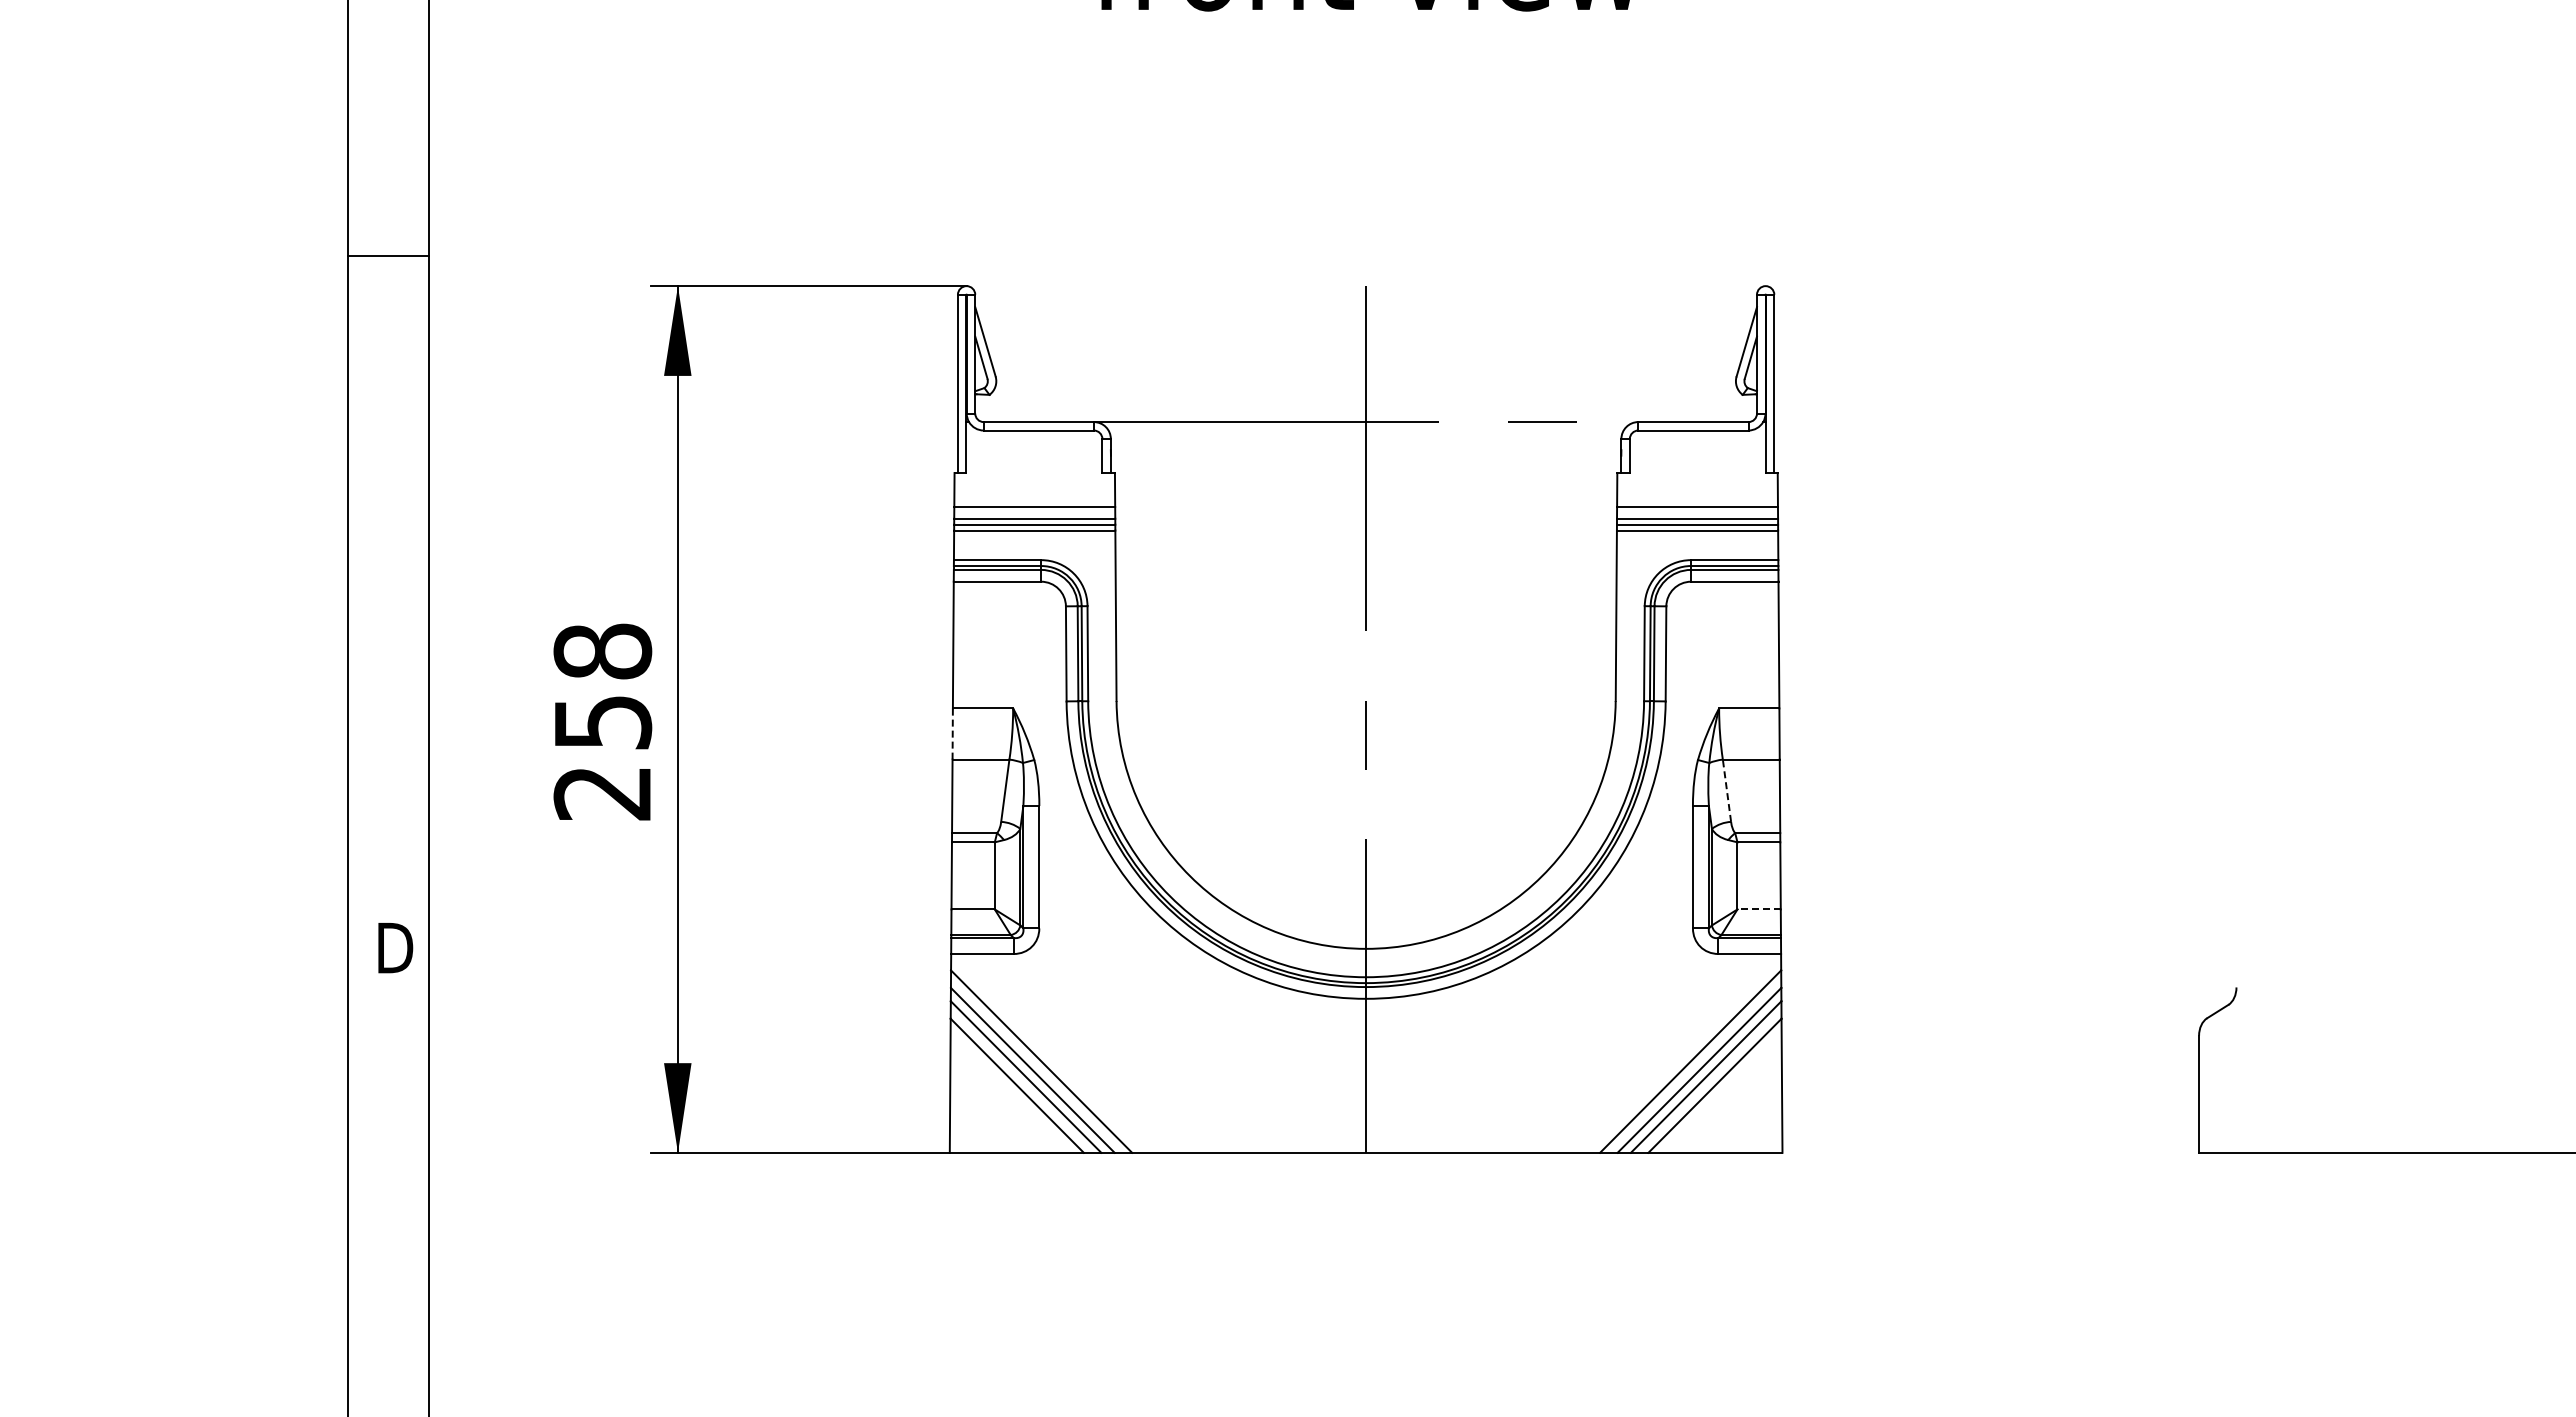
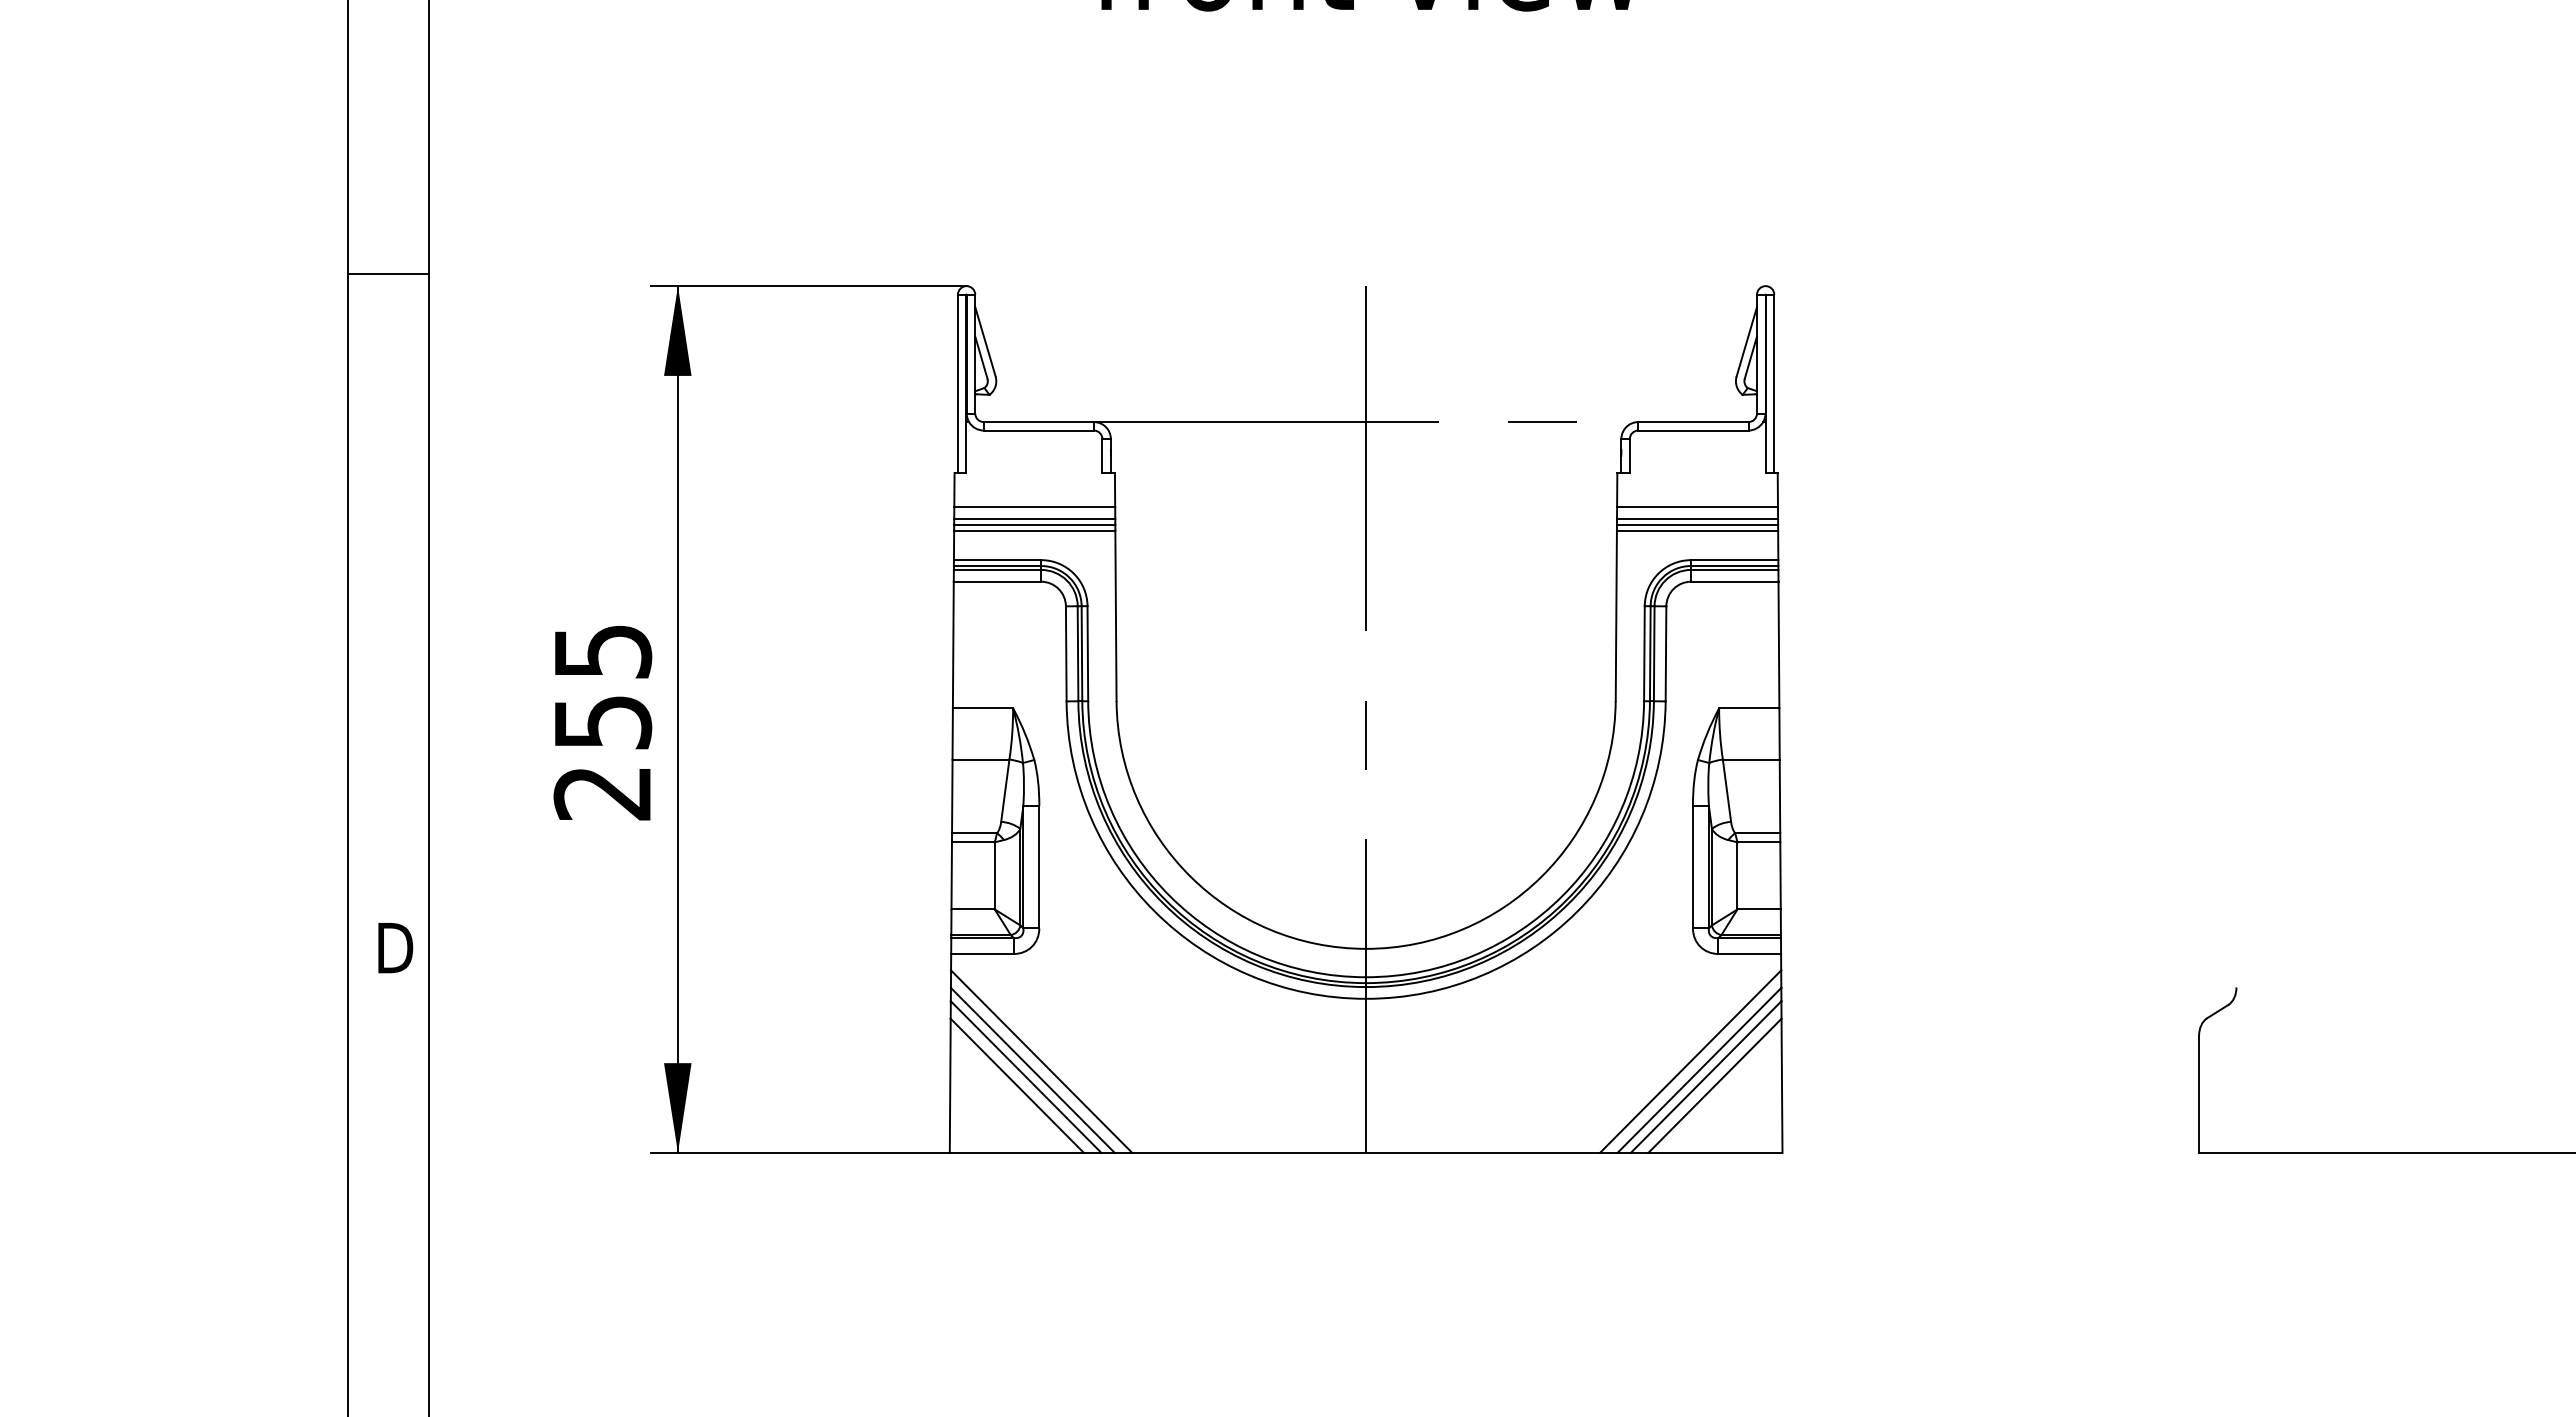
line at (388, 256) position: (388, 256) -> (388, 274)
text at (602, 651): 258 -> 255
line at (952, 734): dashed -> solid
line at (1726, 790): dashed -> solid
line at (1759, 909): dashed -> solid
